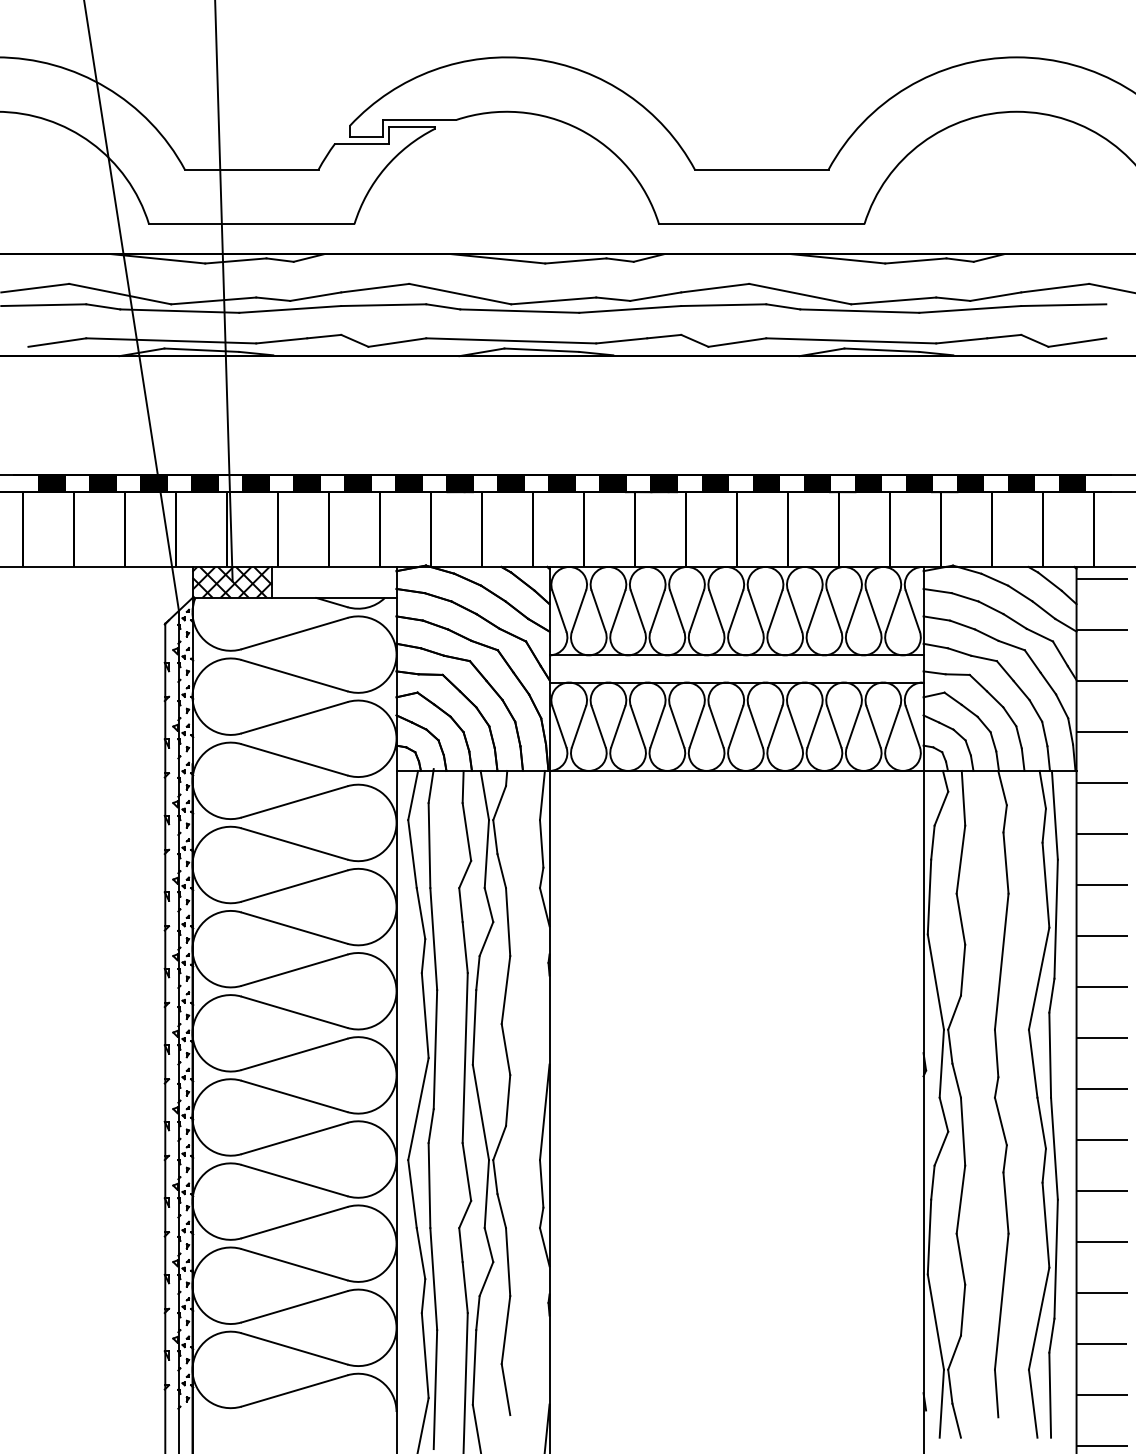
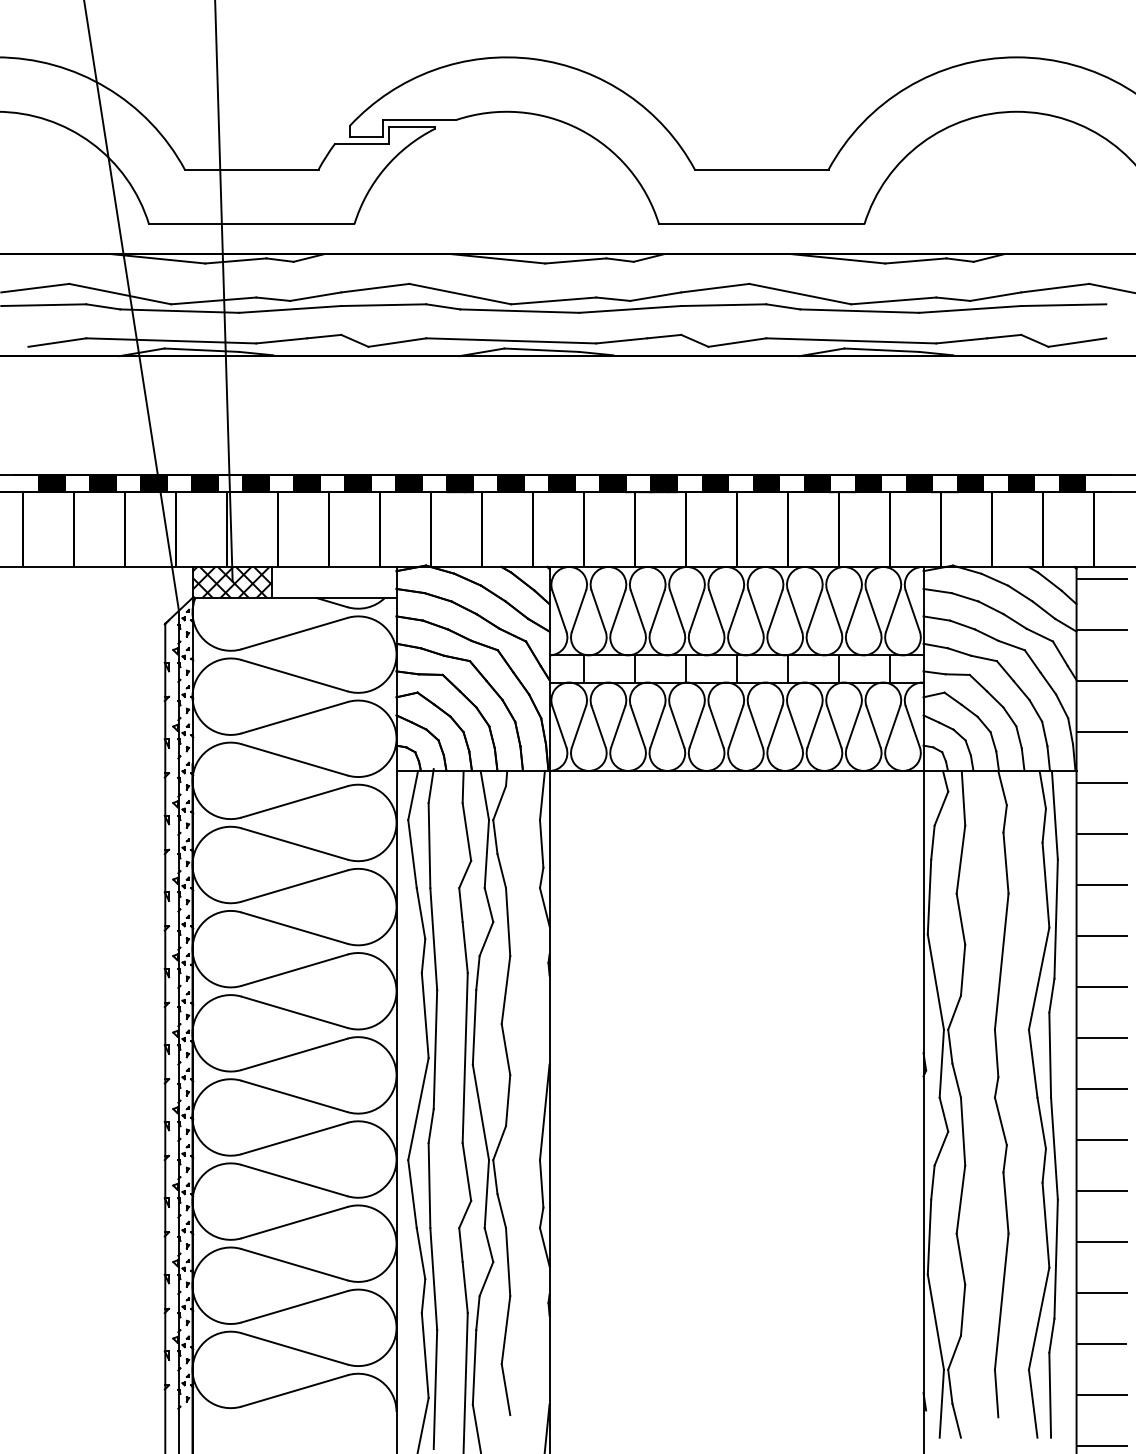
hatch at (737, 668): none -> present
